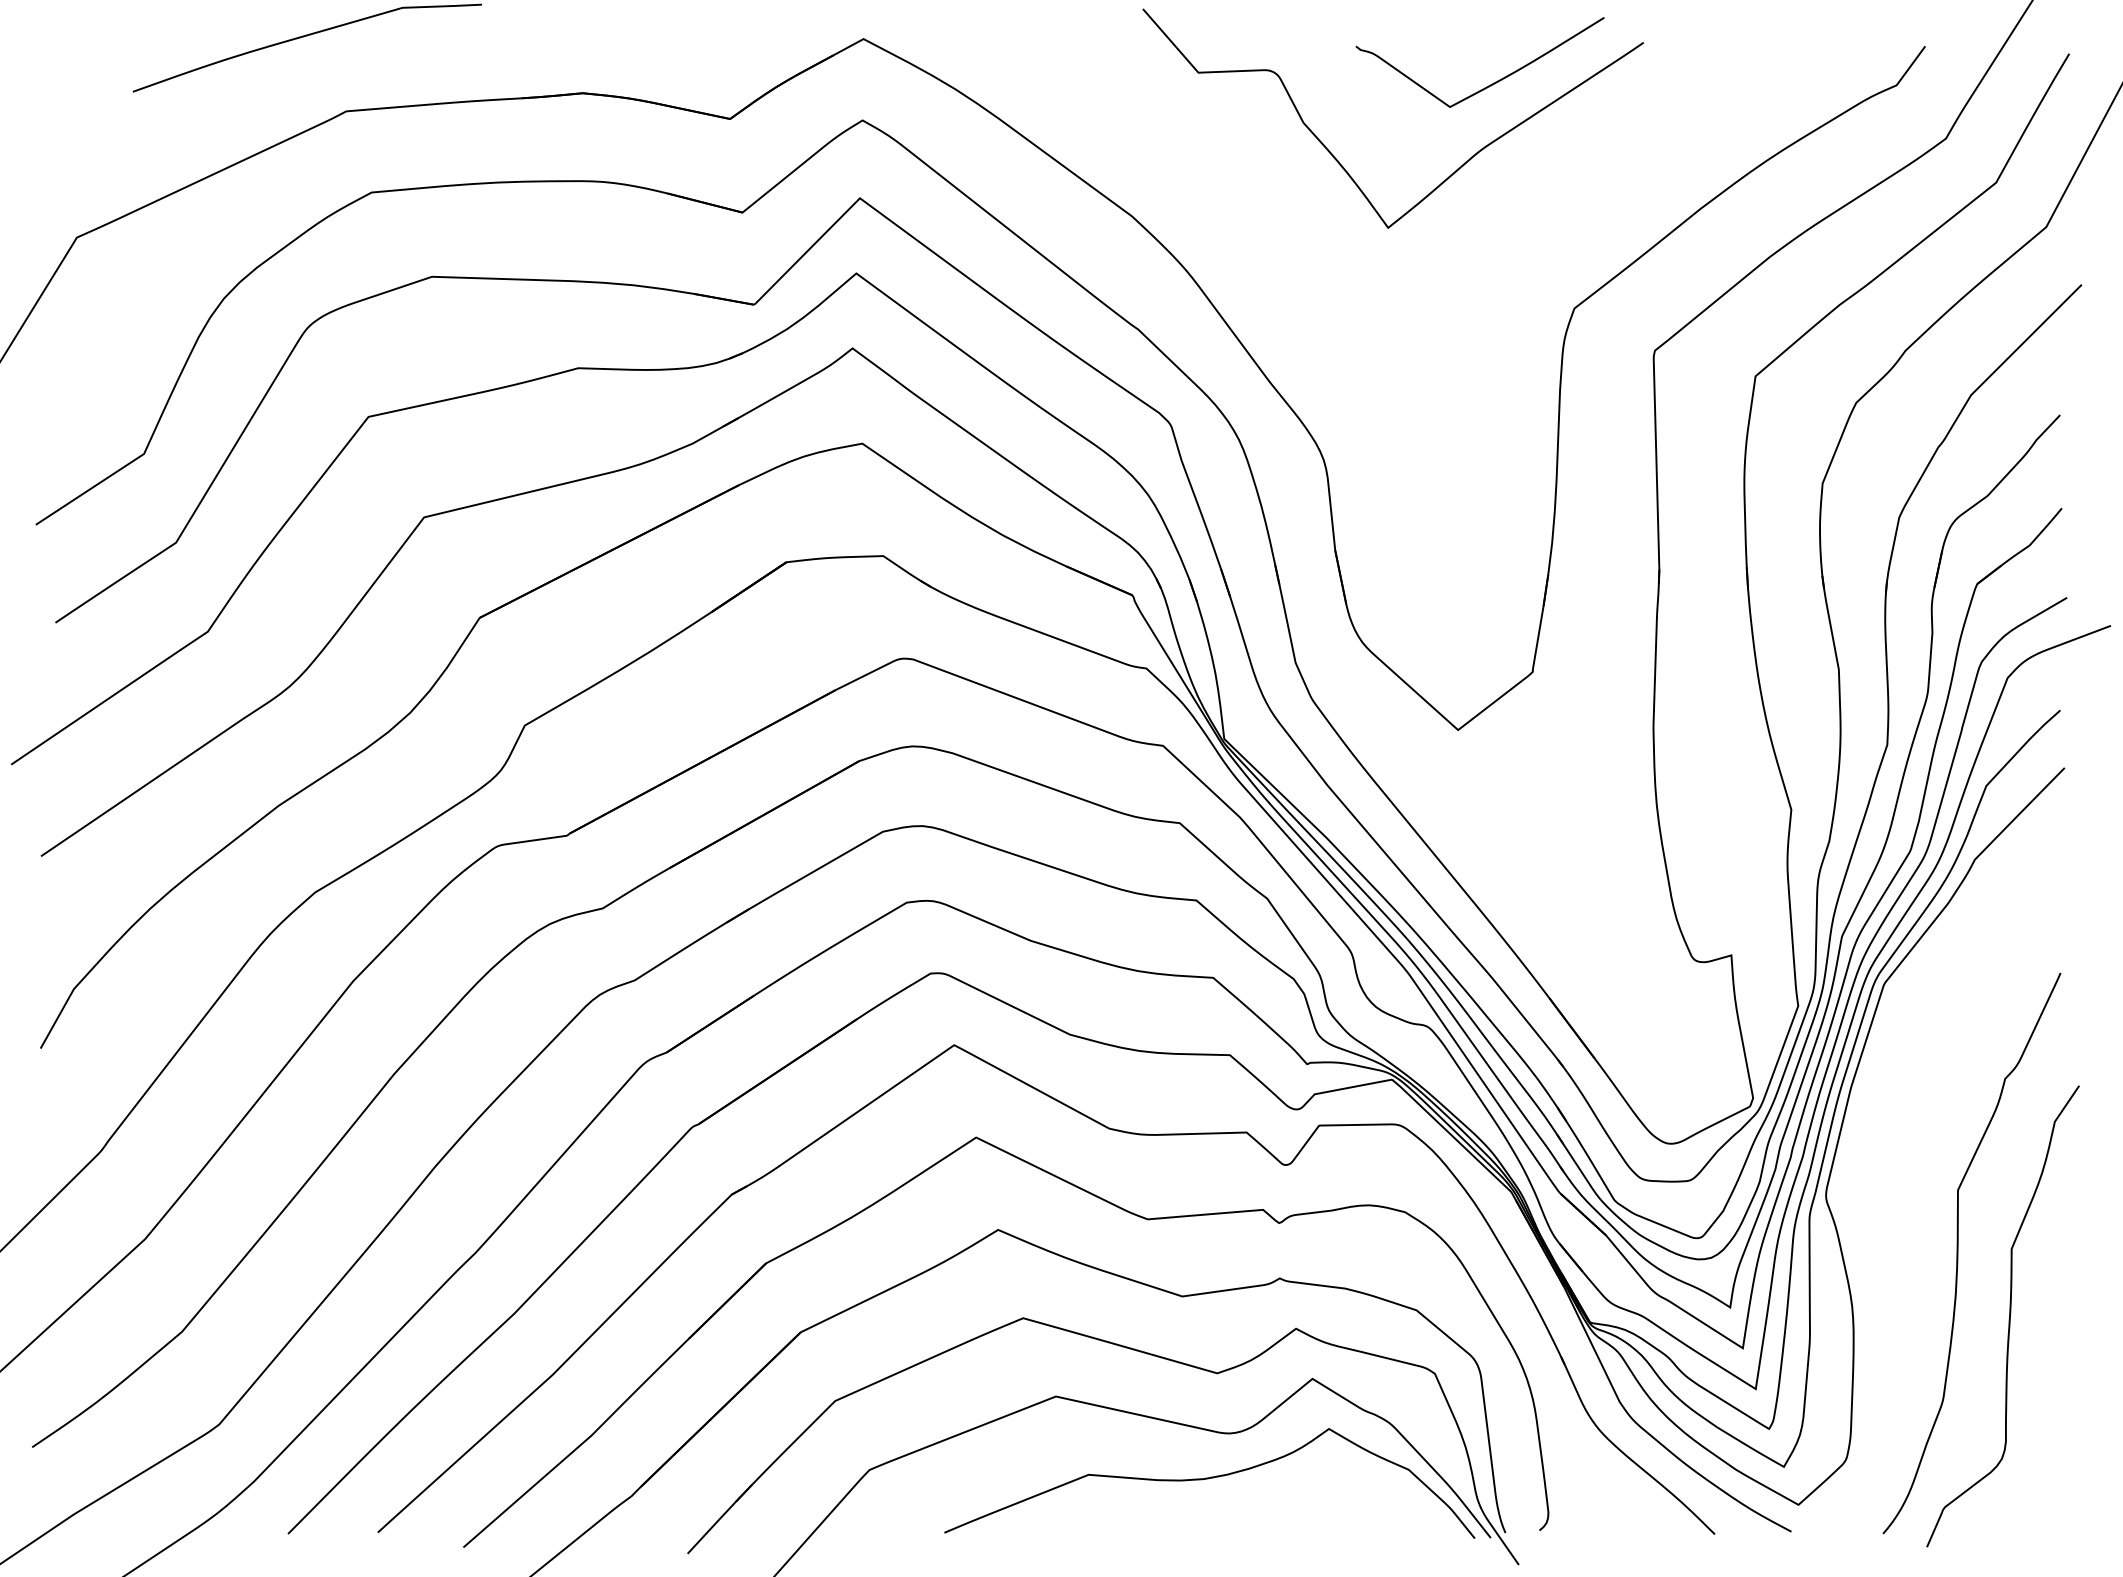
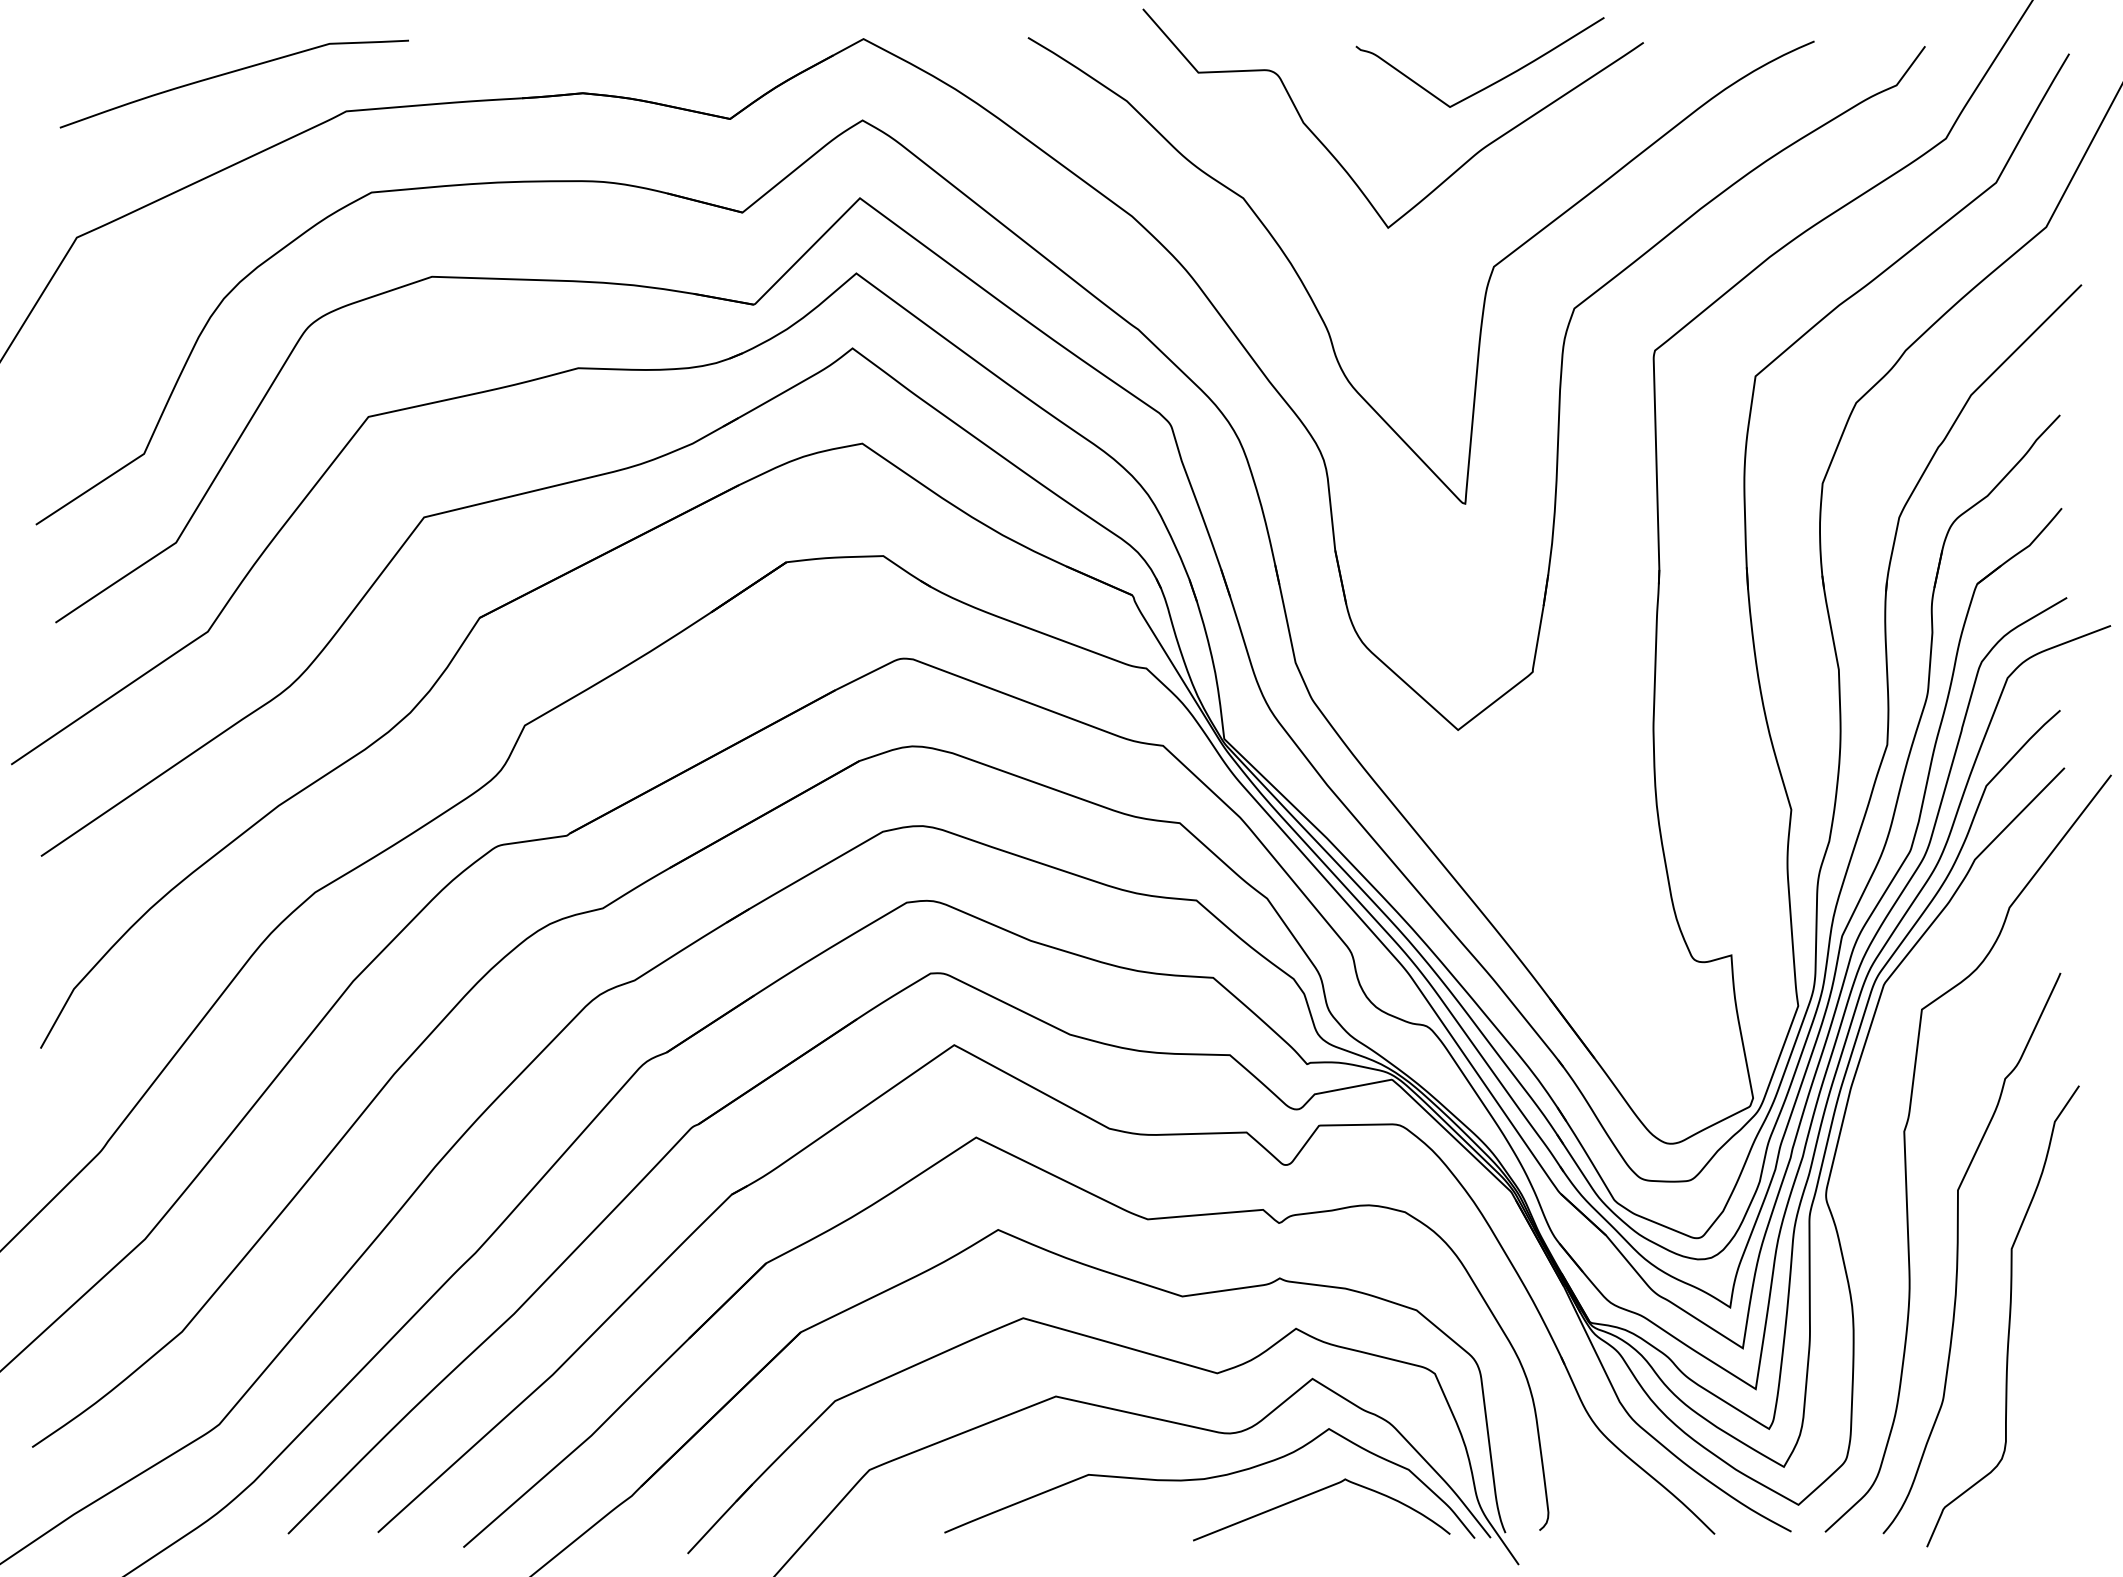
curve at (304, 37) position: (304, 37) -> (231, 73)
curve at (1486, 285): none -> present
curve at (1906, 1155): none -> present
curve at (1315, 1493): none -> present
